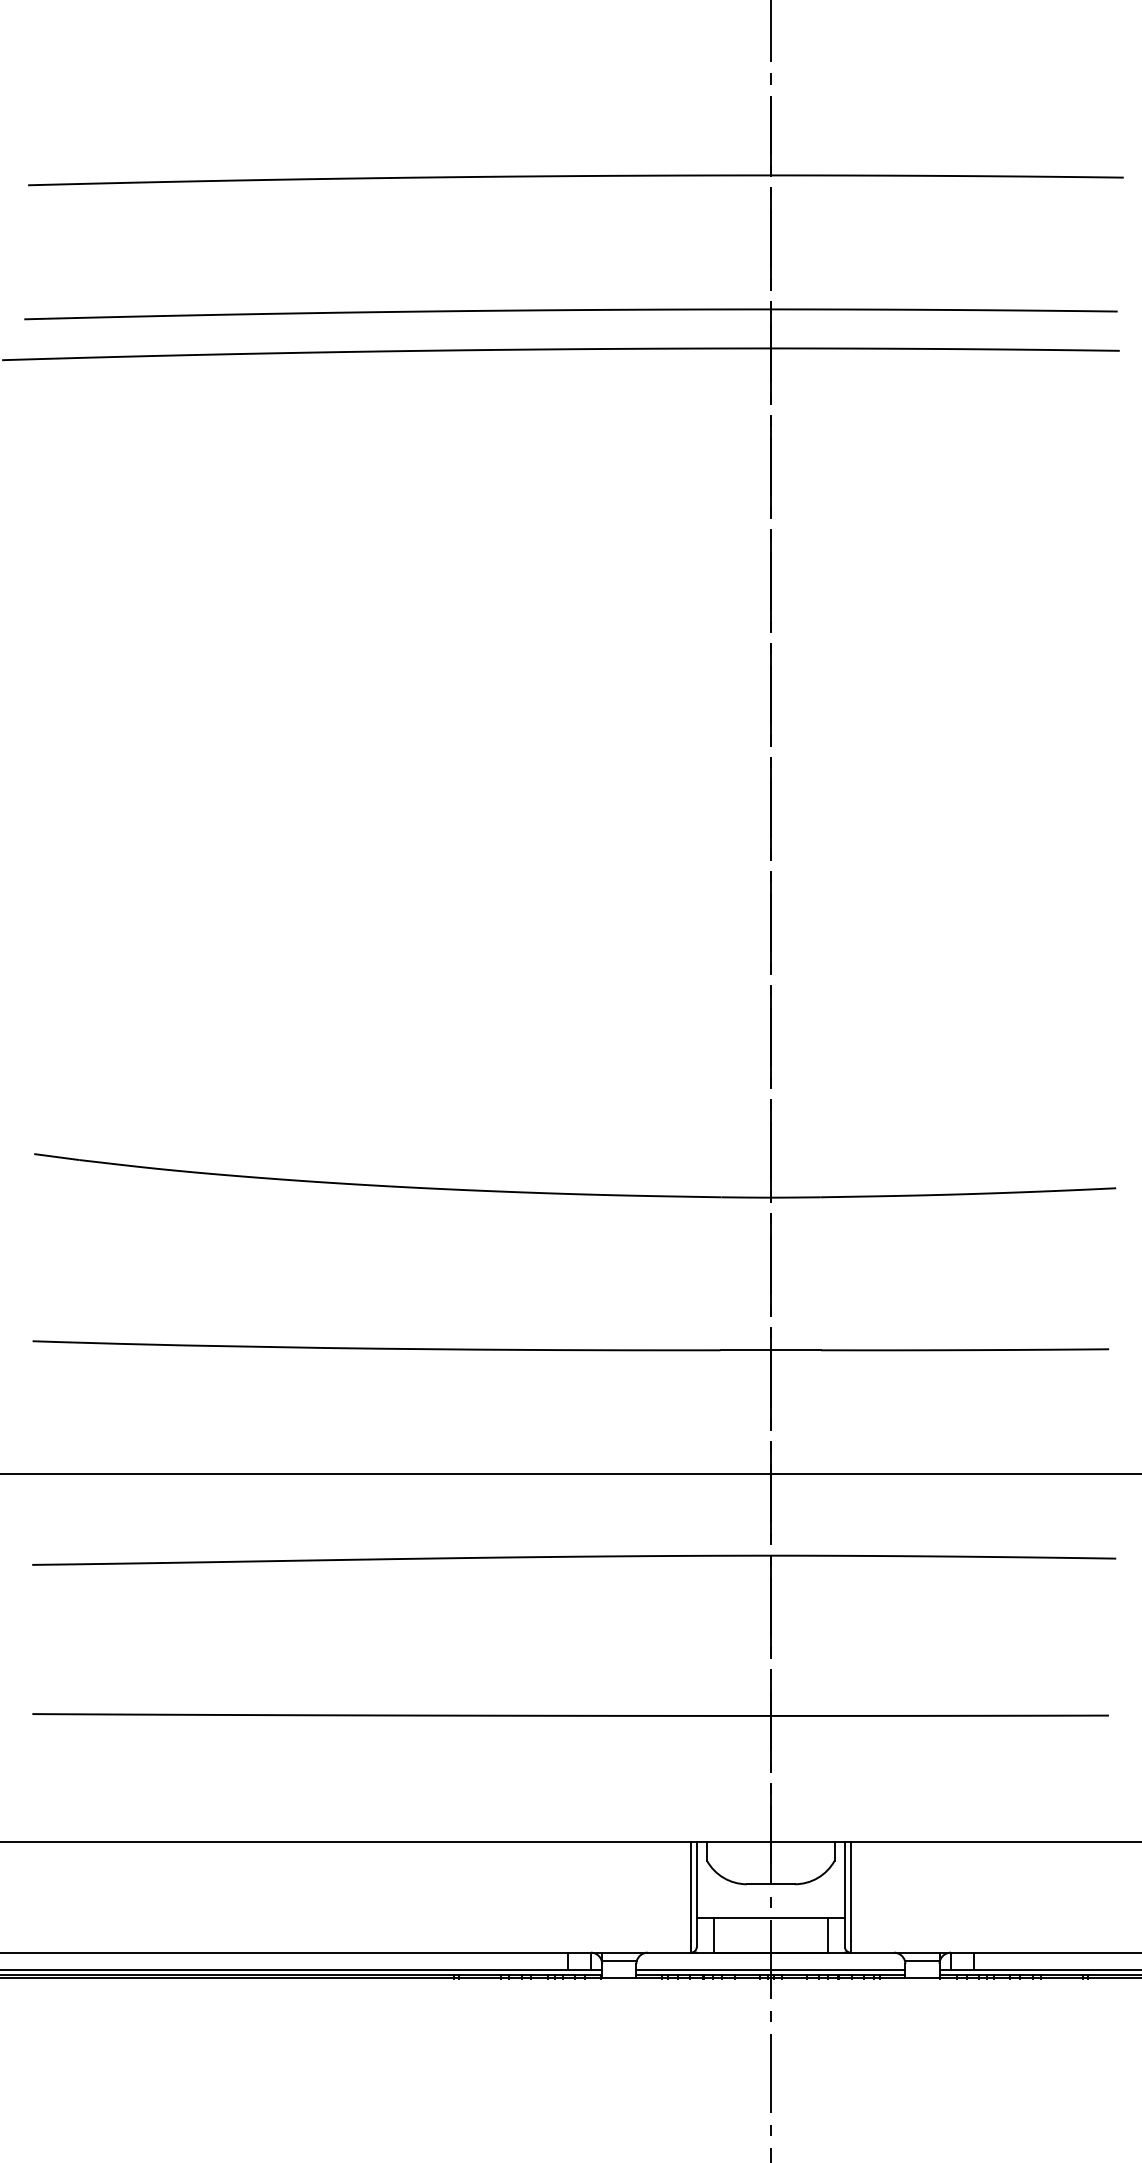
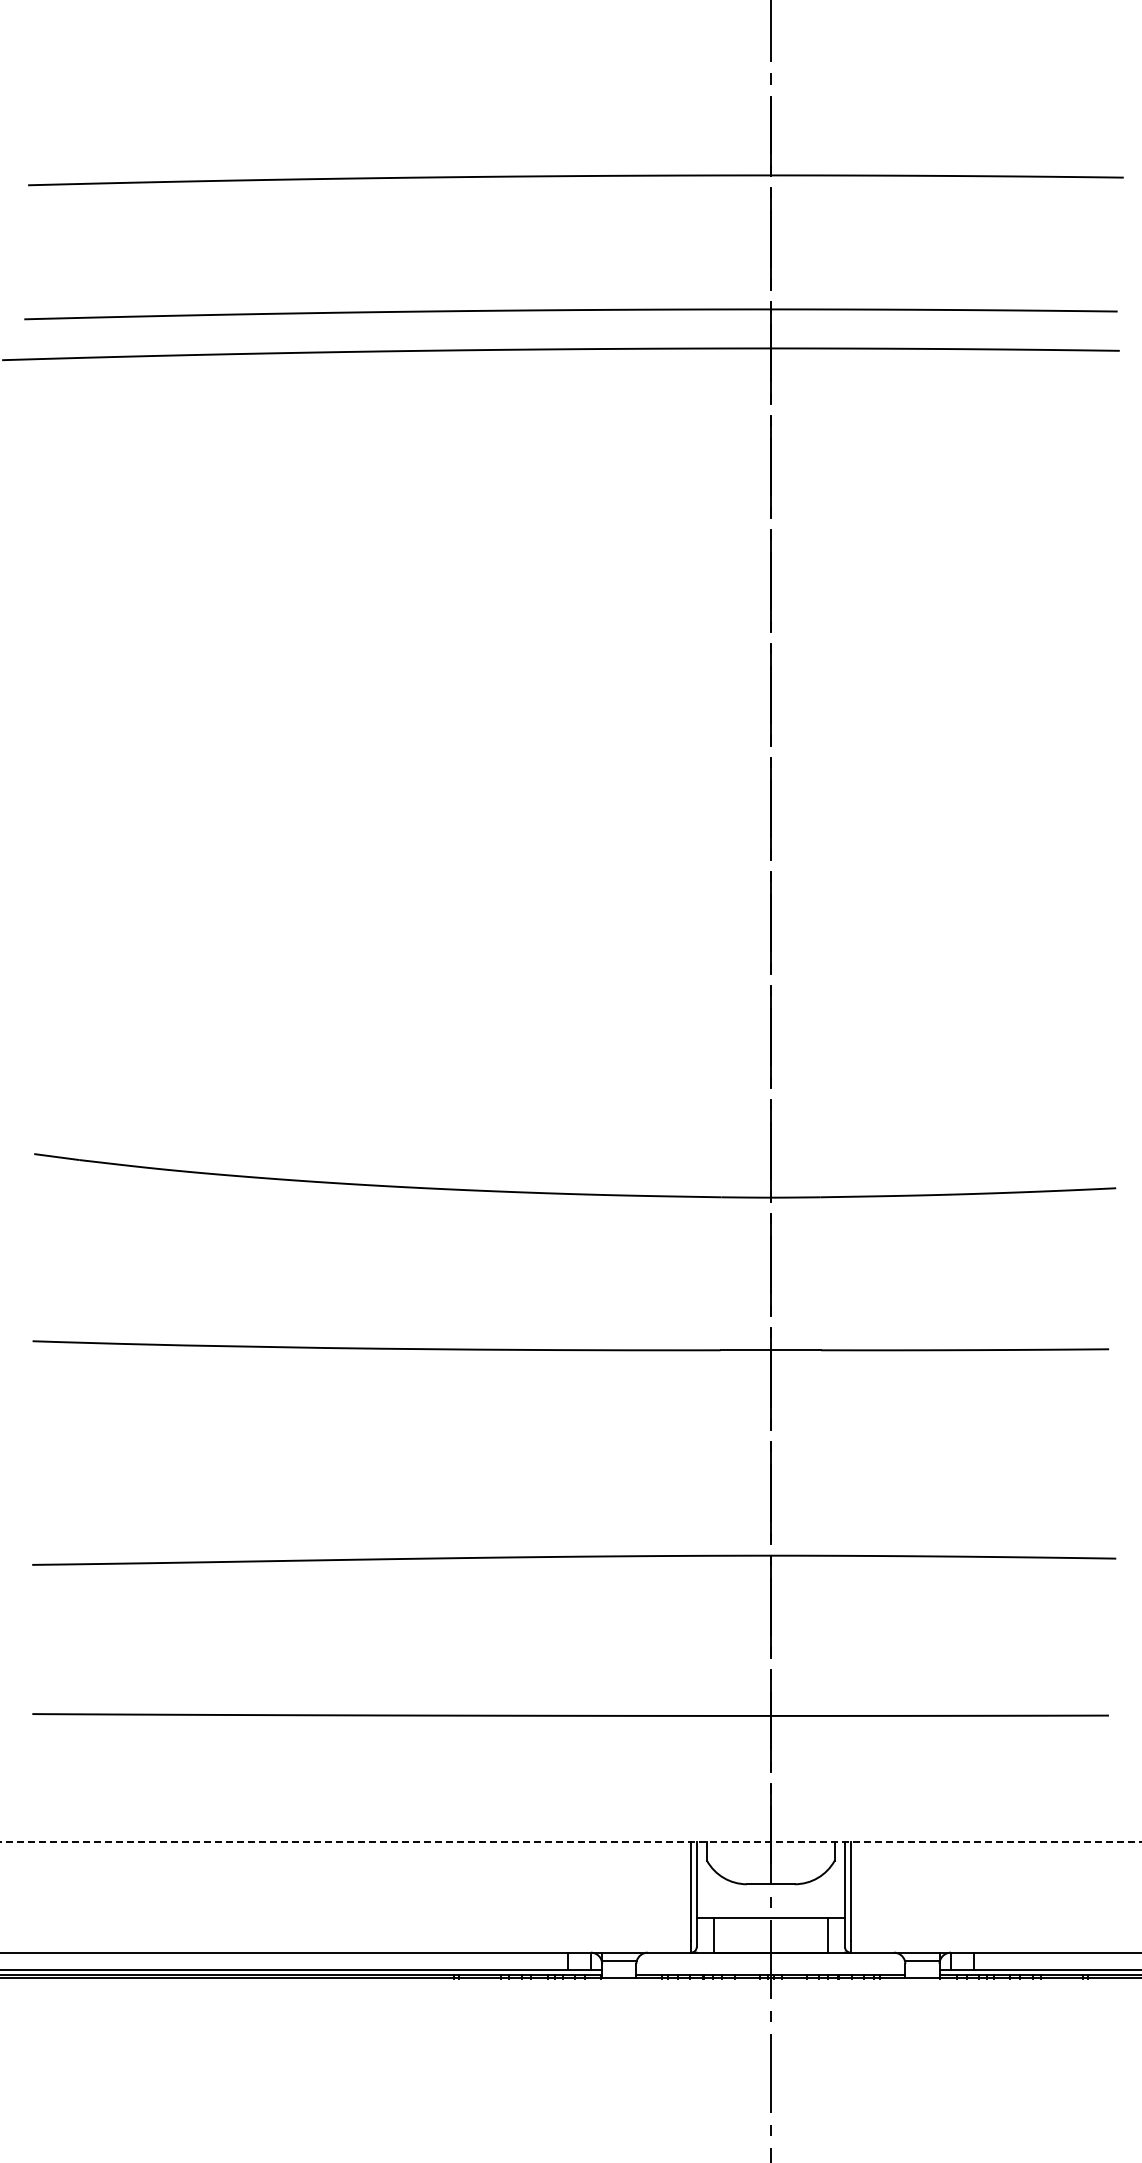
line at (570, 1474): present -> none
line at (571, 1841): solid -> dashed
line at (770, 1969): present -> none
